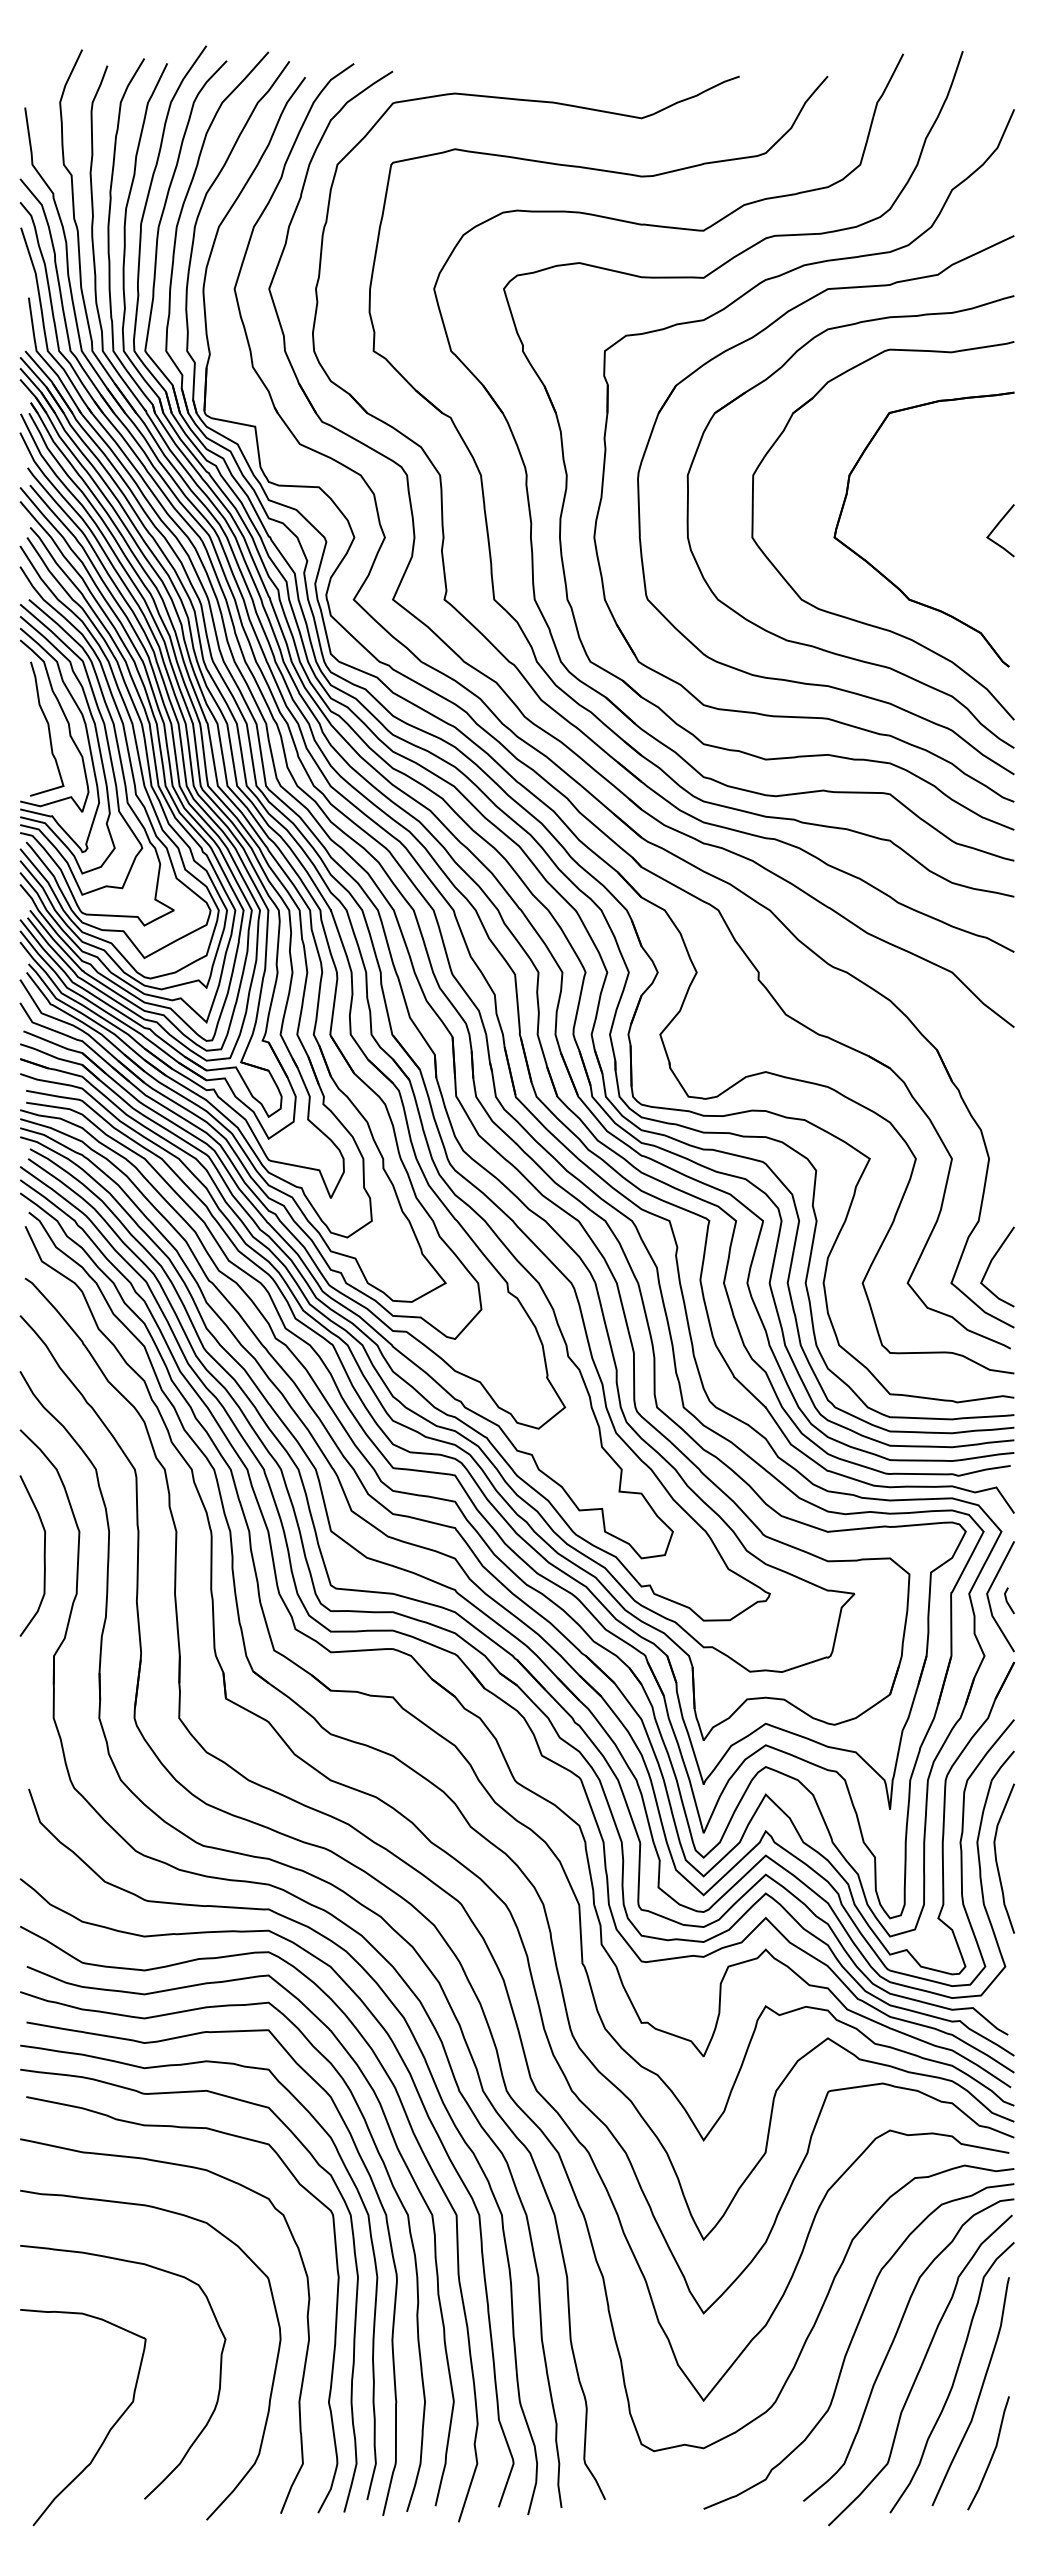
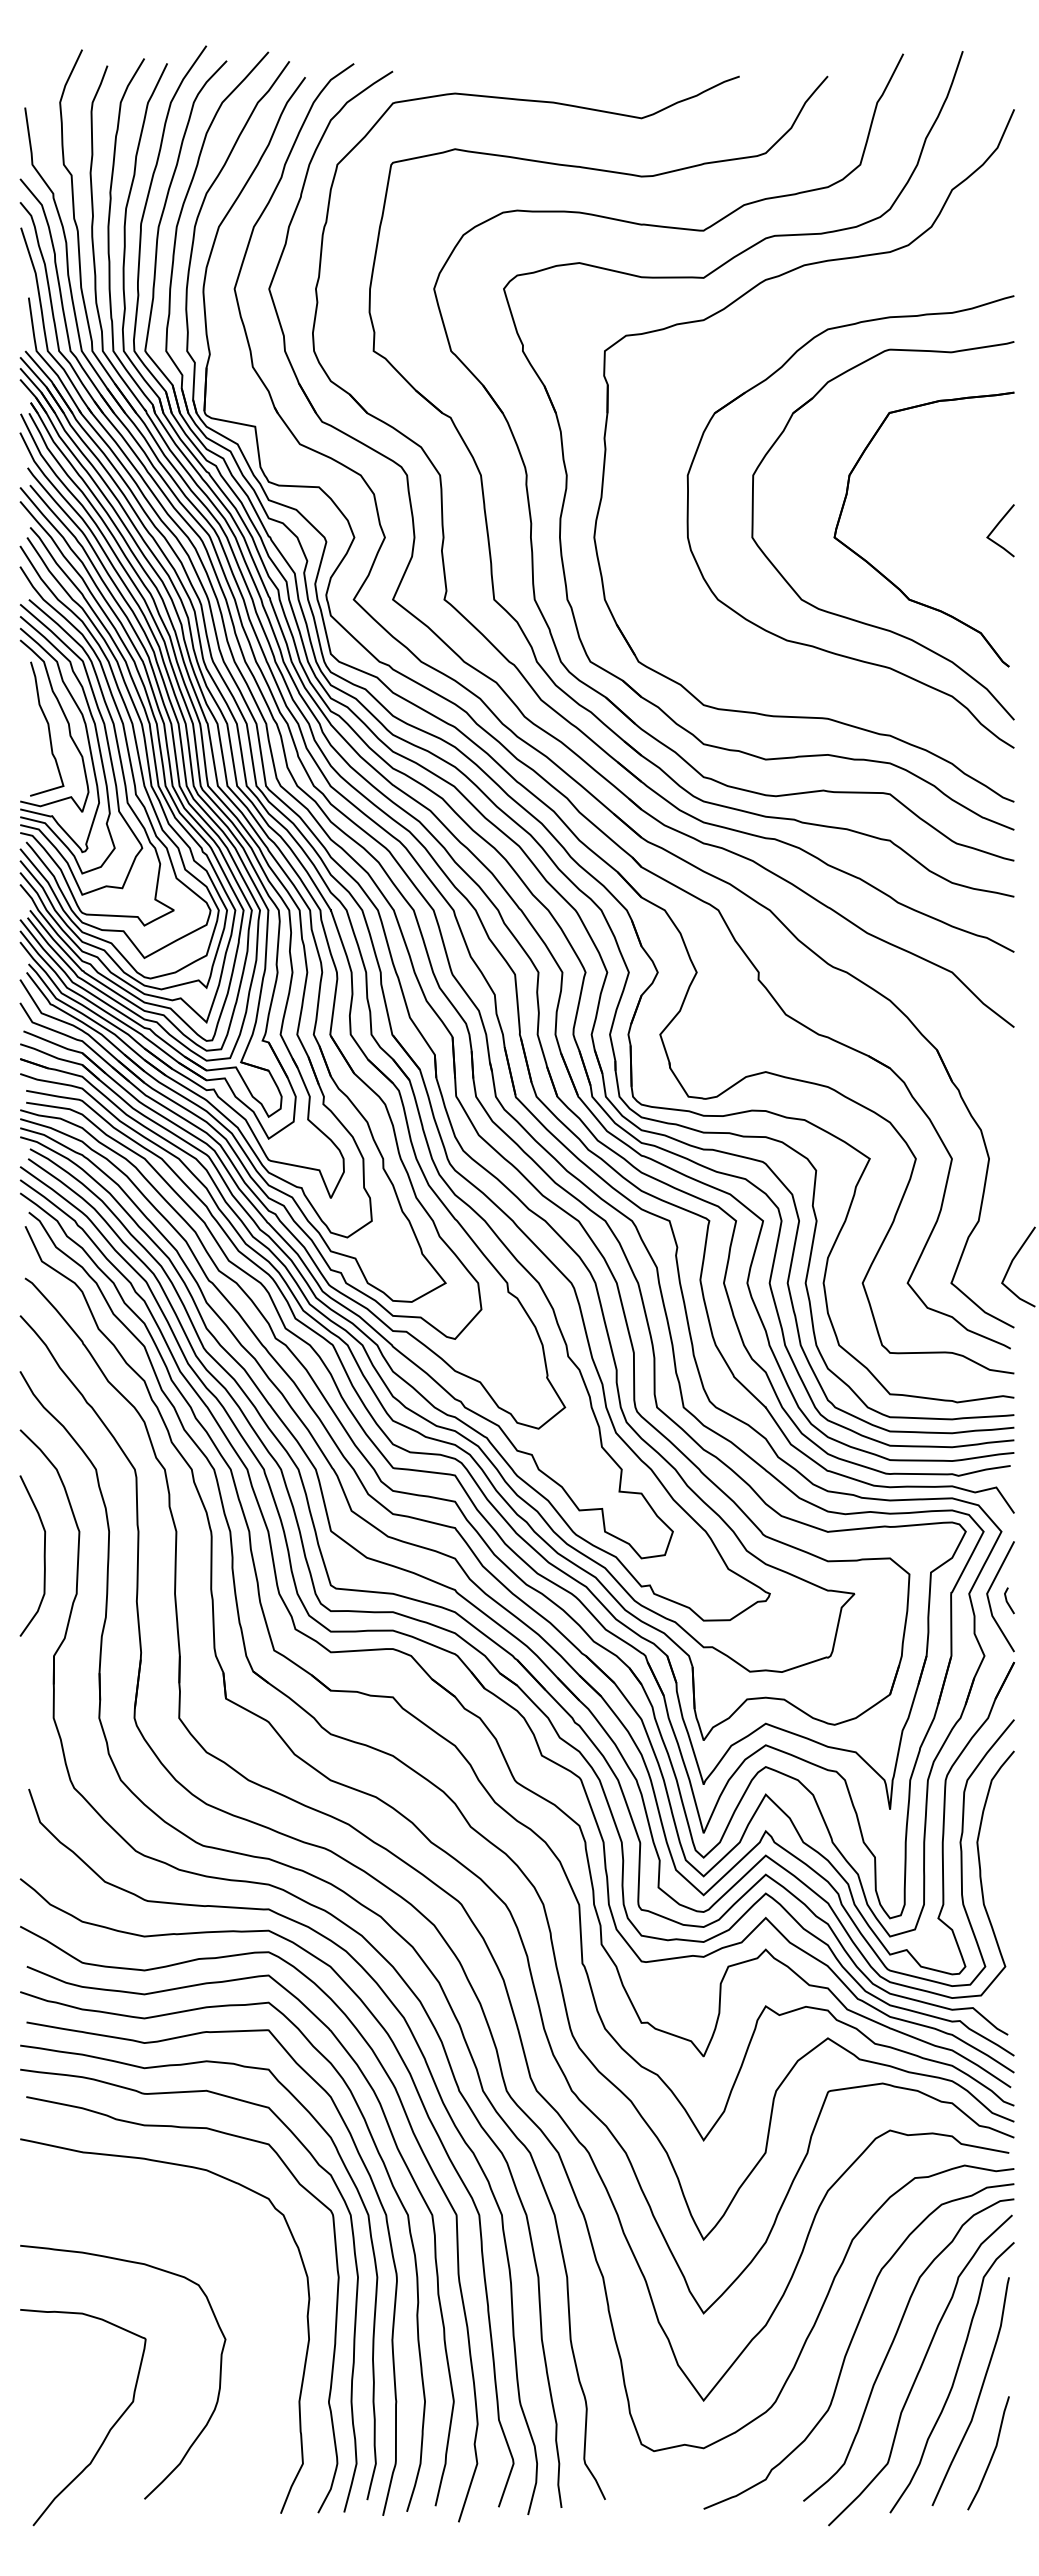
part at (794, 680): present -> none
line at (991, 1263) position: (991, 1263) -> (1012, 1263)
curve at (997, 1860): present -> none
curve at (273, 2373): present -> none
